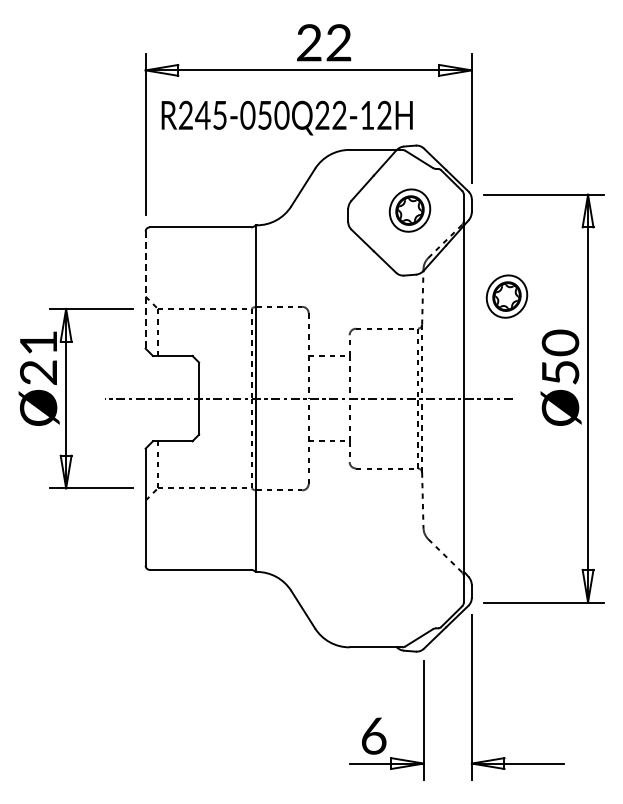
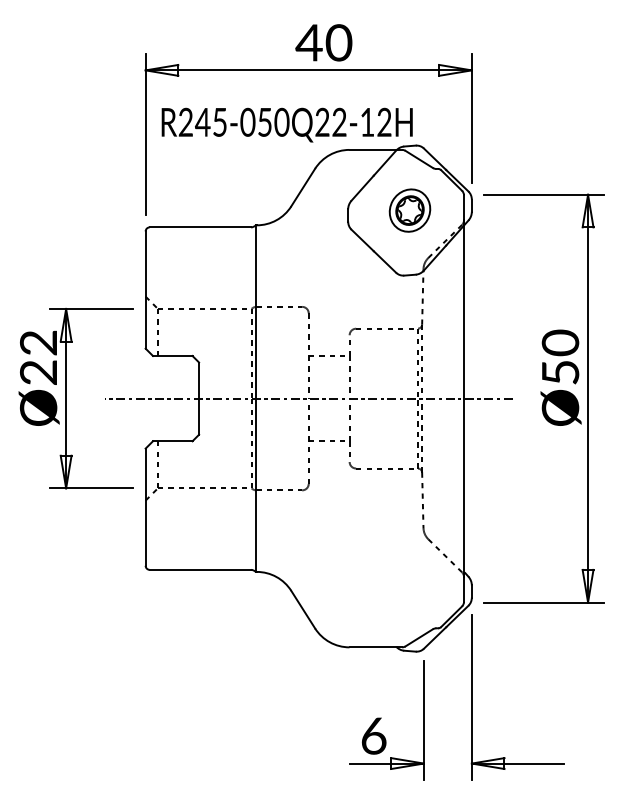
text at (323, 42): 22 -> 40
text at (286, 117) position: (286, 117) -> (286, 124)
line at (145, 290): dashed -> solid
part at (506, 296): present -> none
text at (37, 342): Ø21 -> Ø22
